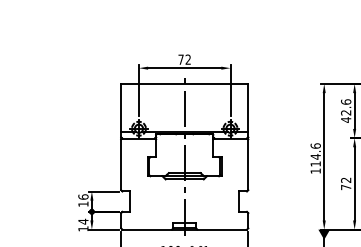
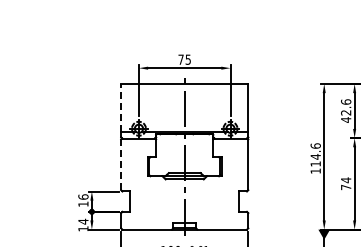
text at (187, 59): 72 -> 75
line at (121, 107): solid -> dashed
line at (121, 164): solid -> dashed
text at (346, 180): 72 -> 74
